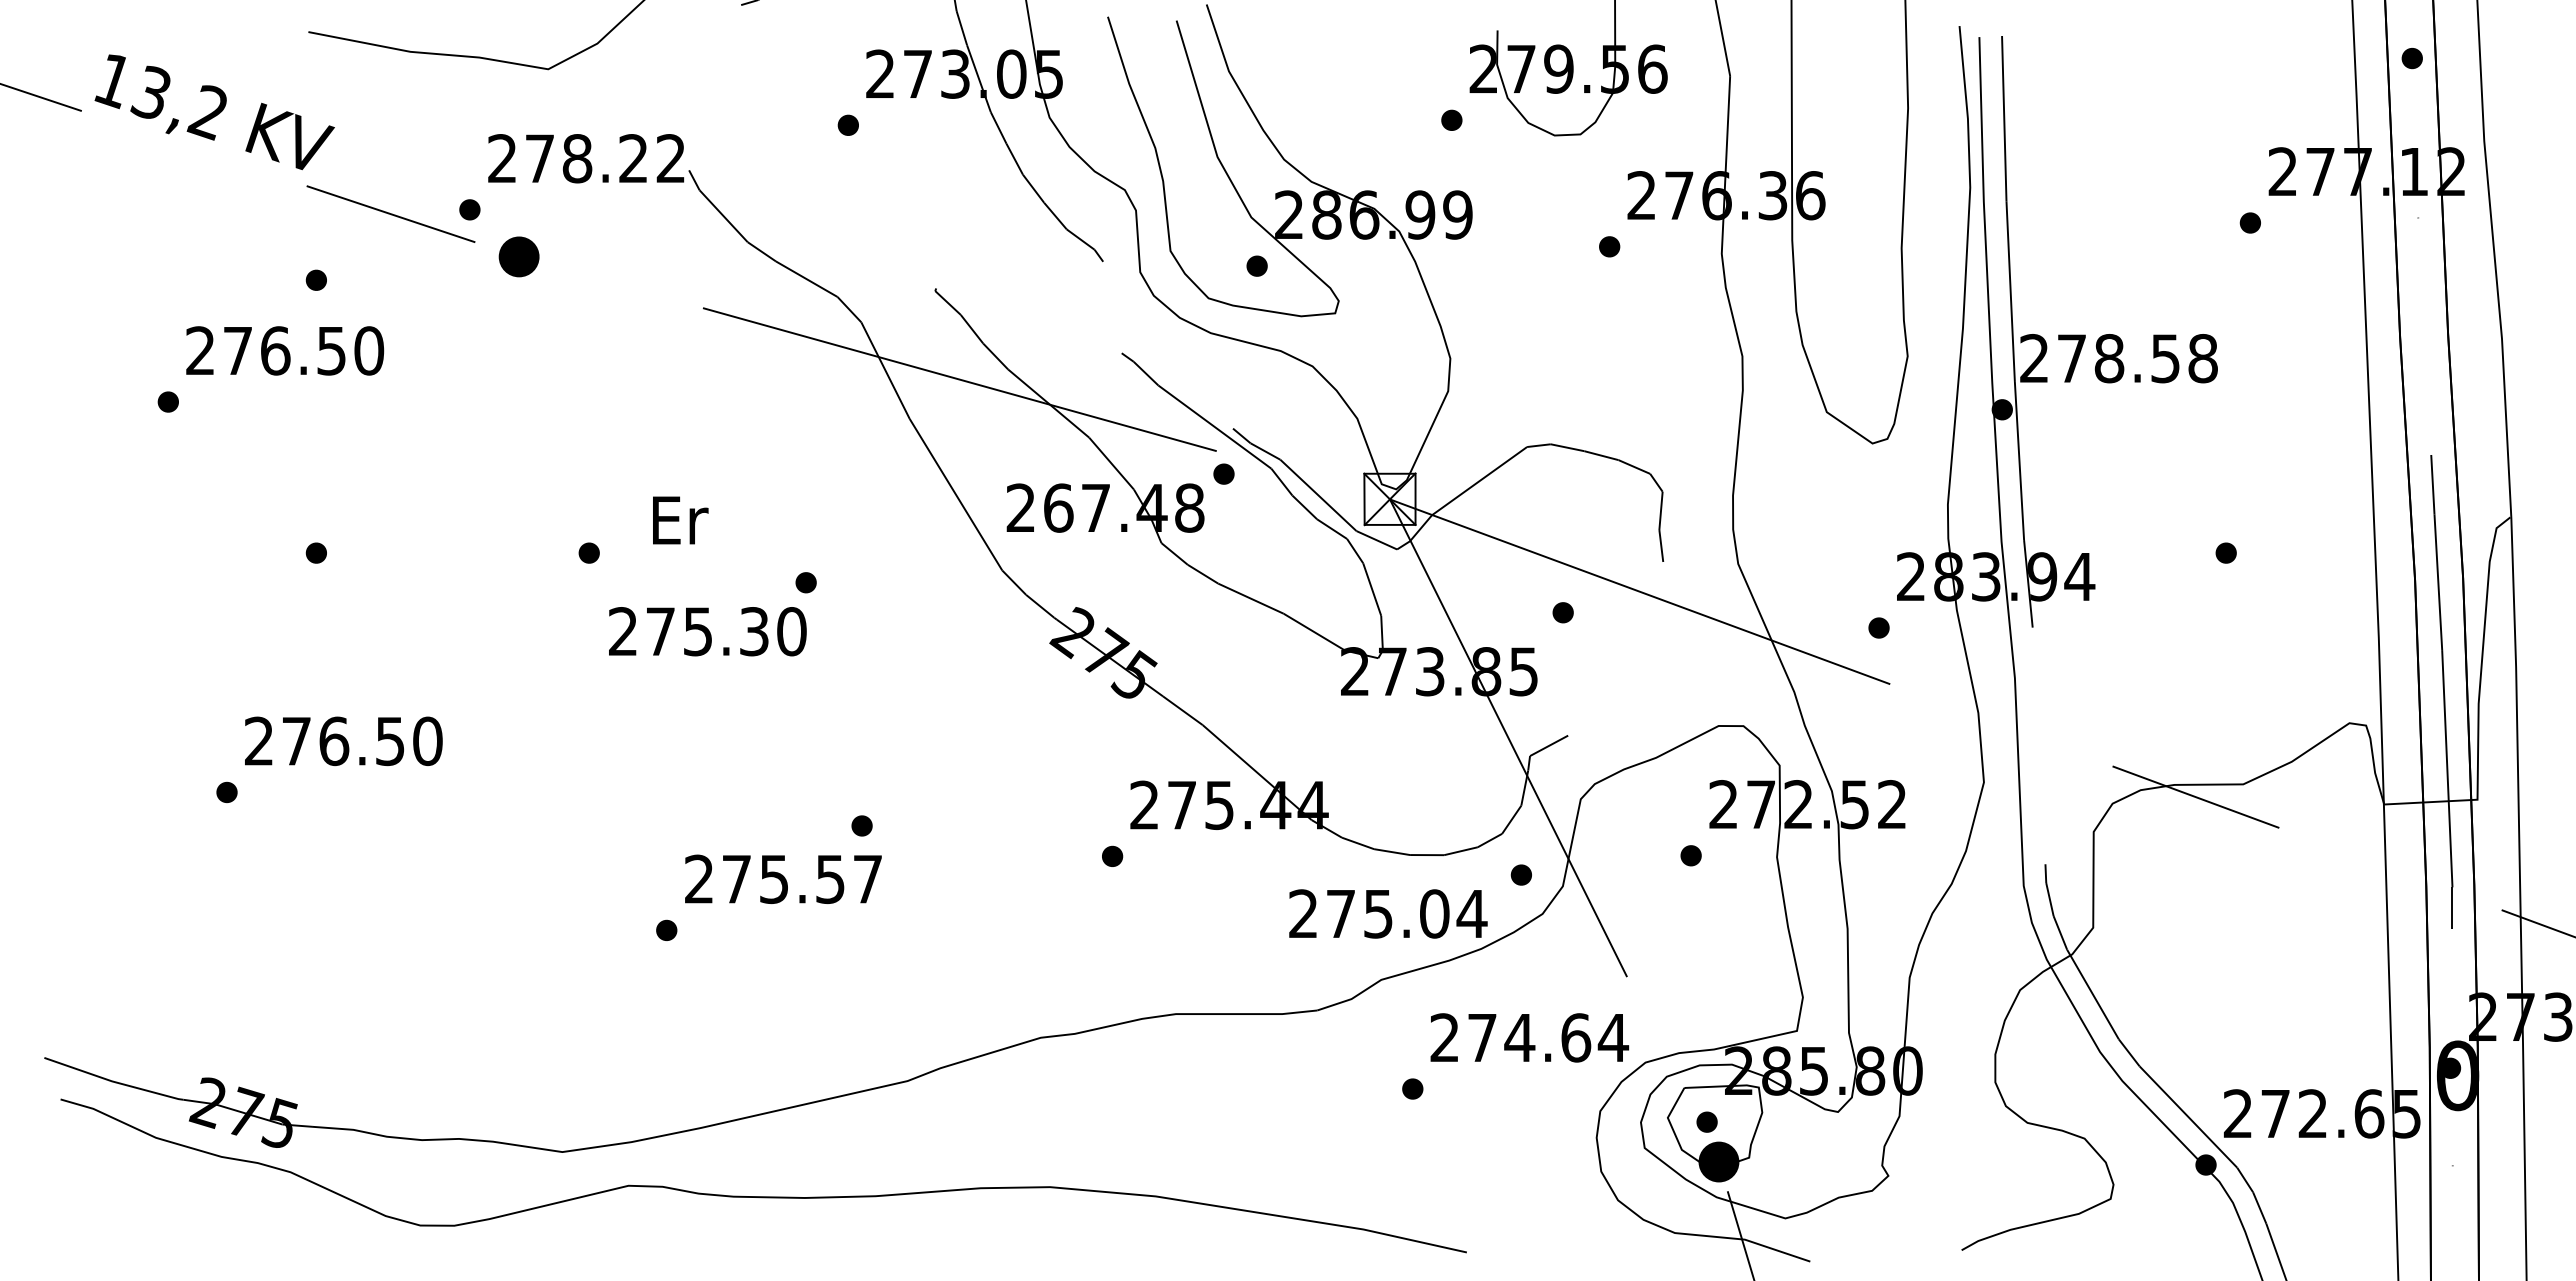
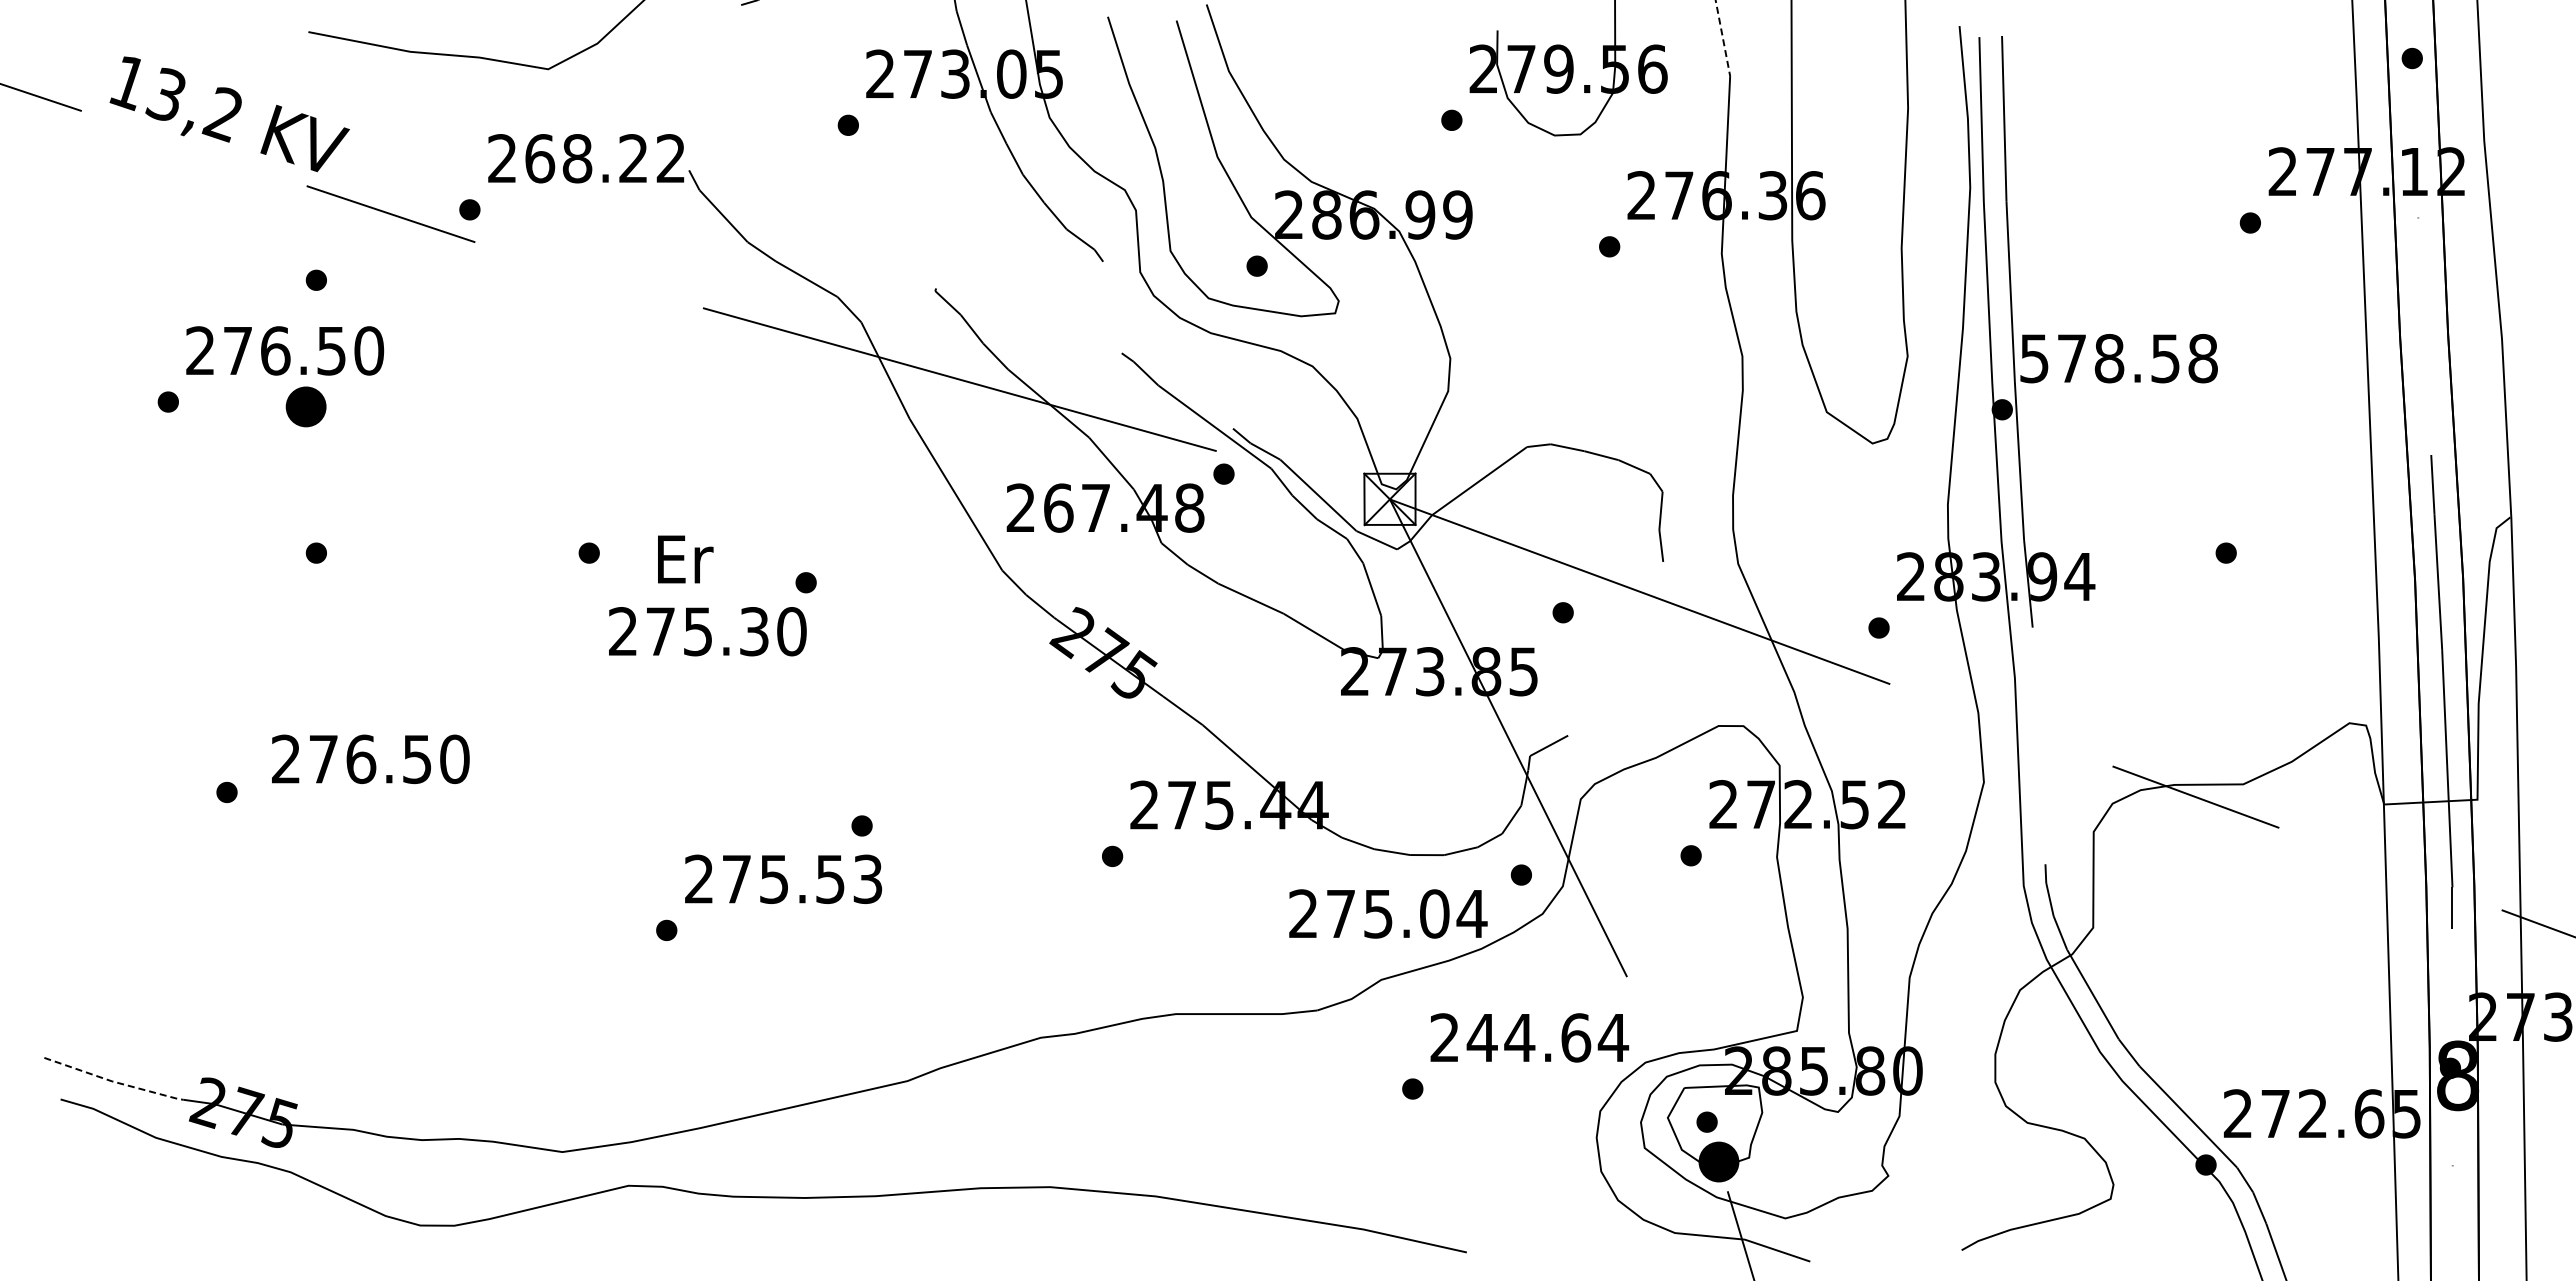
line at (1723, 38): solid -> dashed
text at (214, 112) position: (214, 112) -> (229, 114)
text at (540, 158): 278.22 -> 268.22
part at (518, 256) position: (518, 256) -> (305, 406)
text at (2034, 358): 278.58 -> 578.58
text at (680, 520) position: (680, 520) -> (685, 559)
text at (343, 741) position: (343, 741) -> (370, 759)
text at (867, 879): 275.57 -> 275.53
text at (1481, 1037): 274.64 -> 244.64
text at (2457, 1075): 0 -> 8
line at (113, 1081): solid -> dashed
